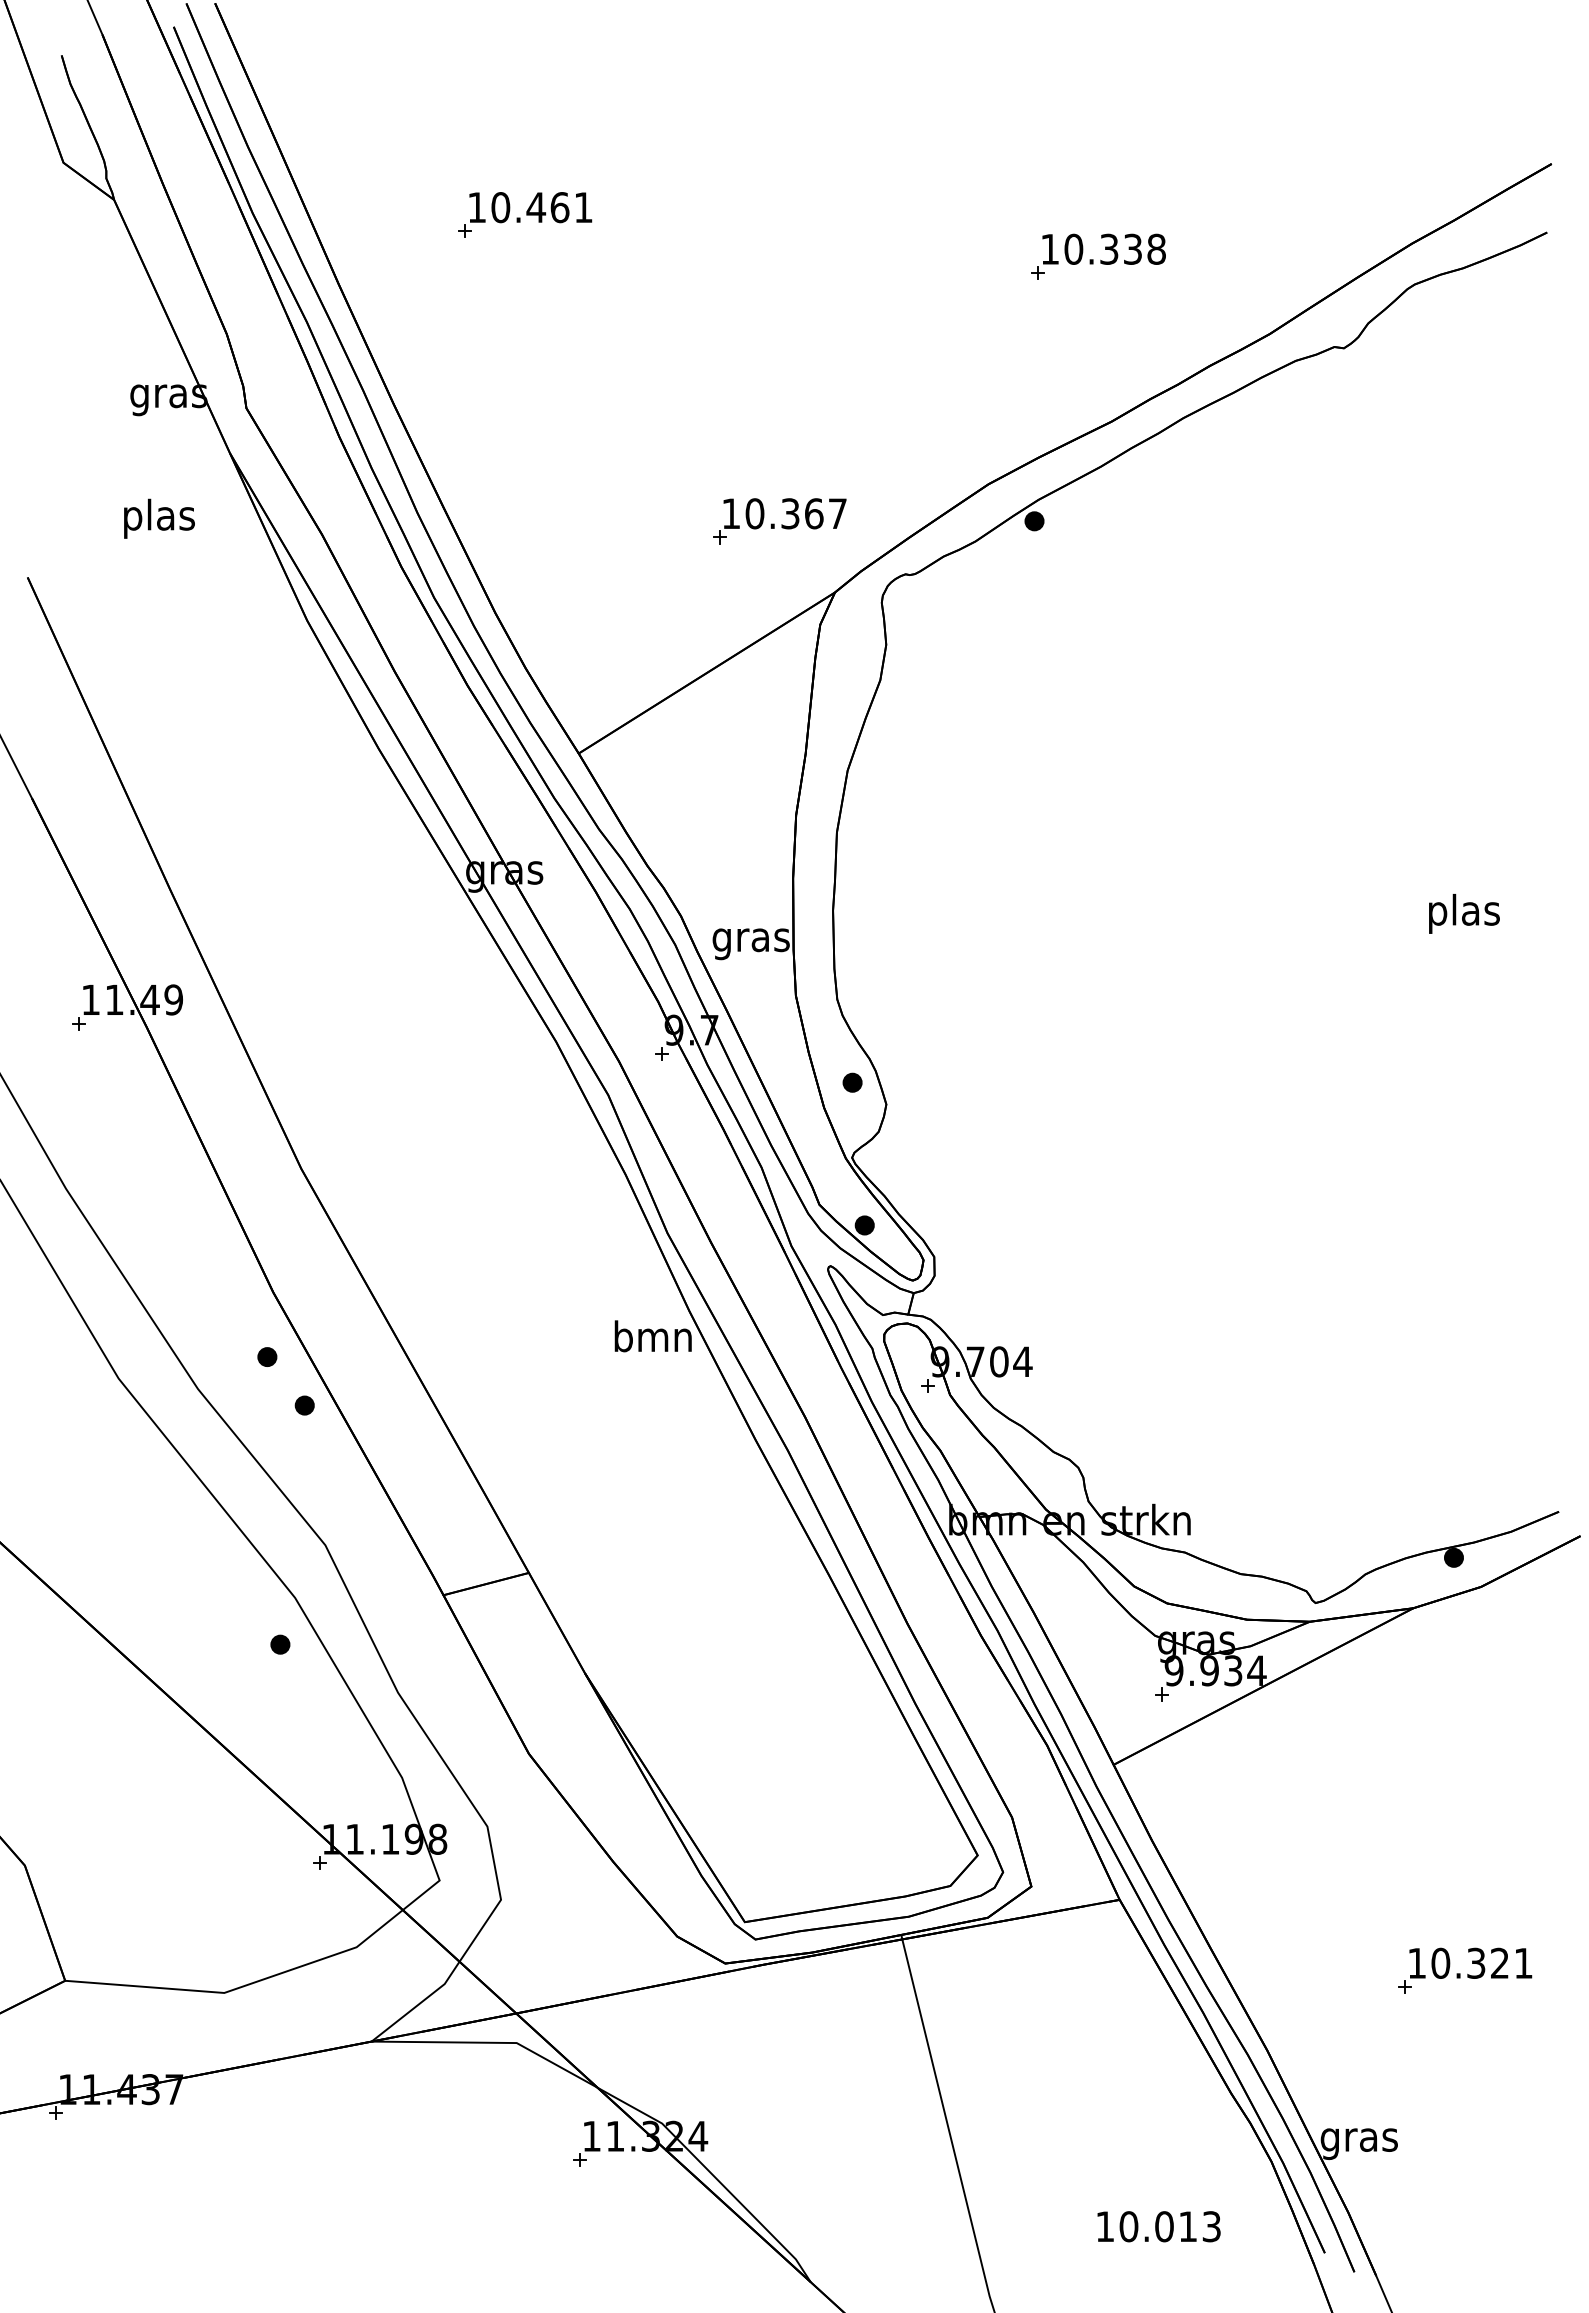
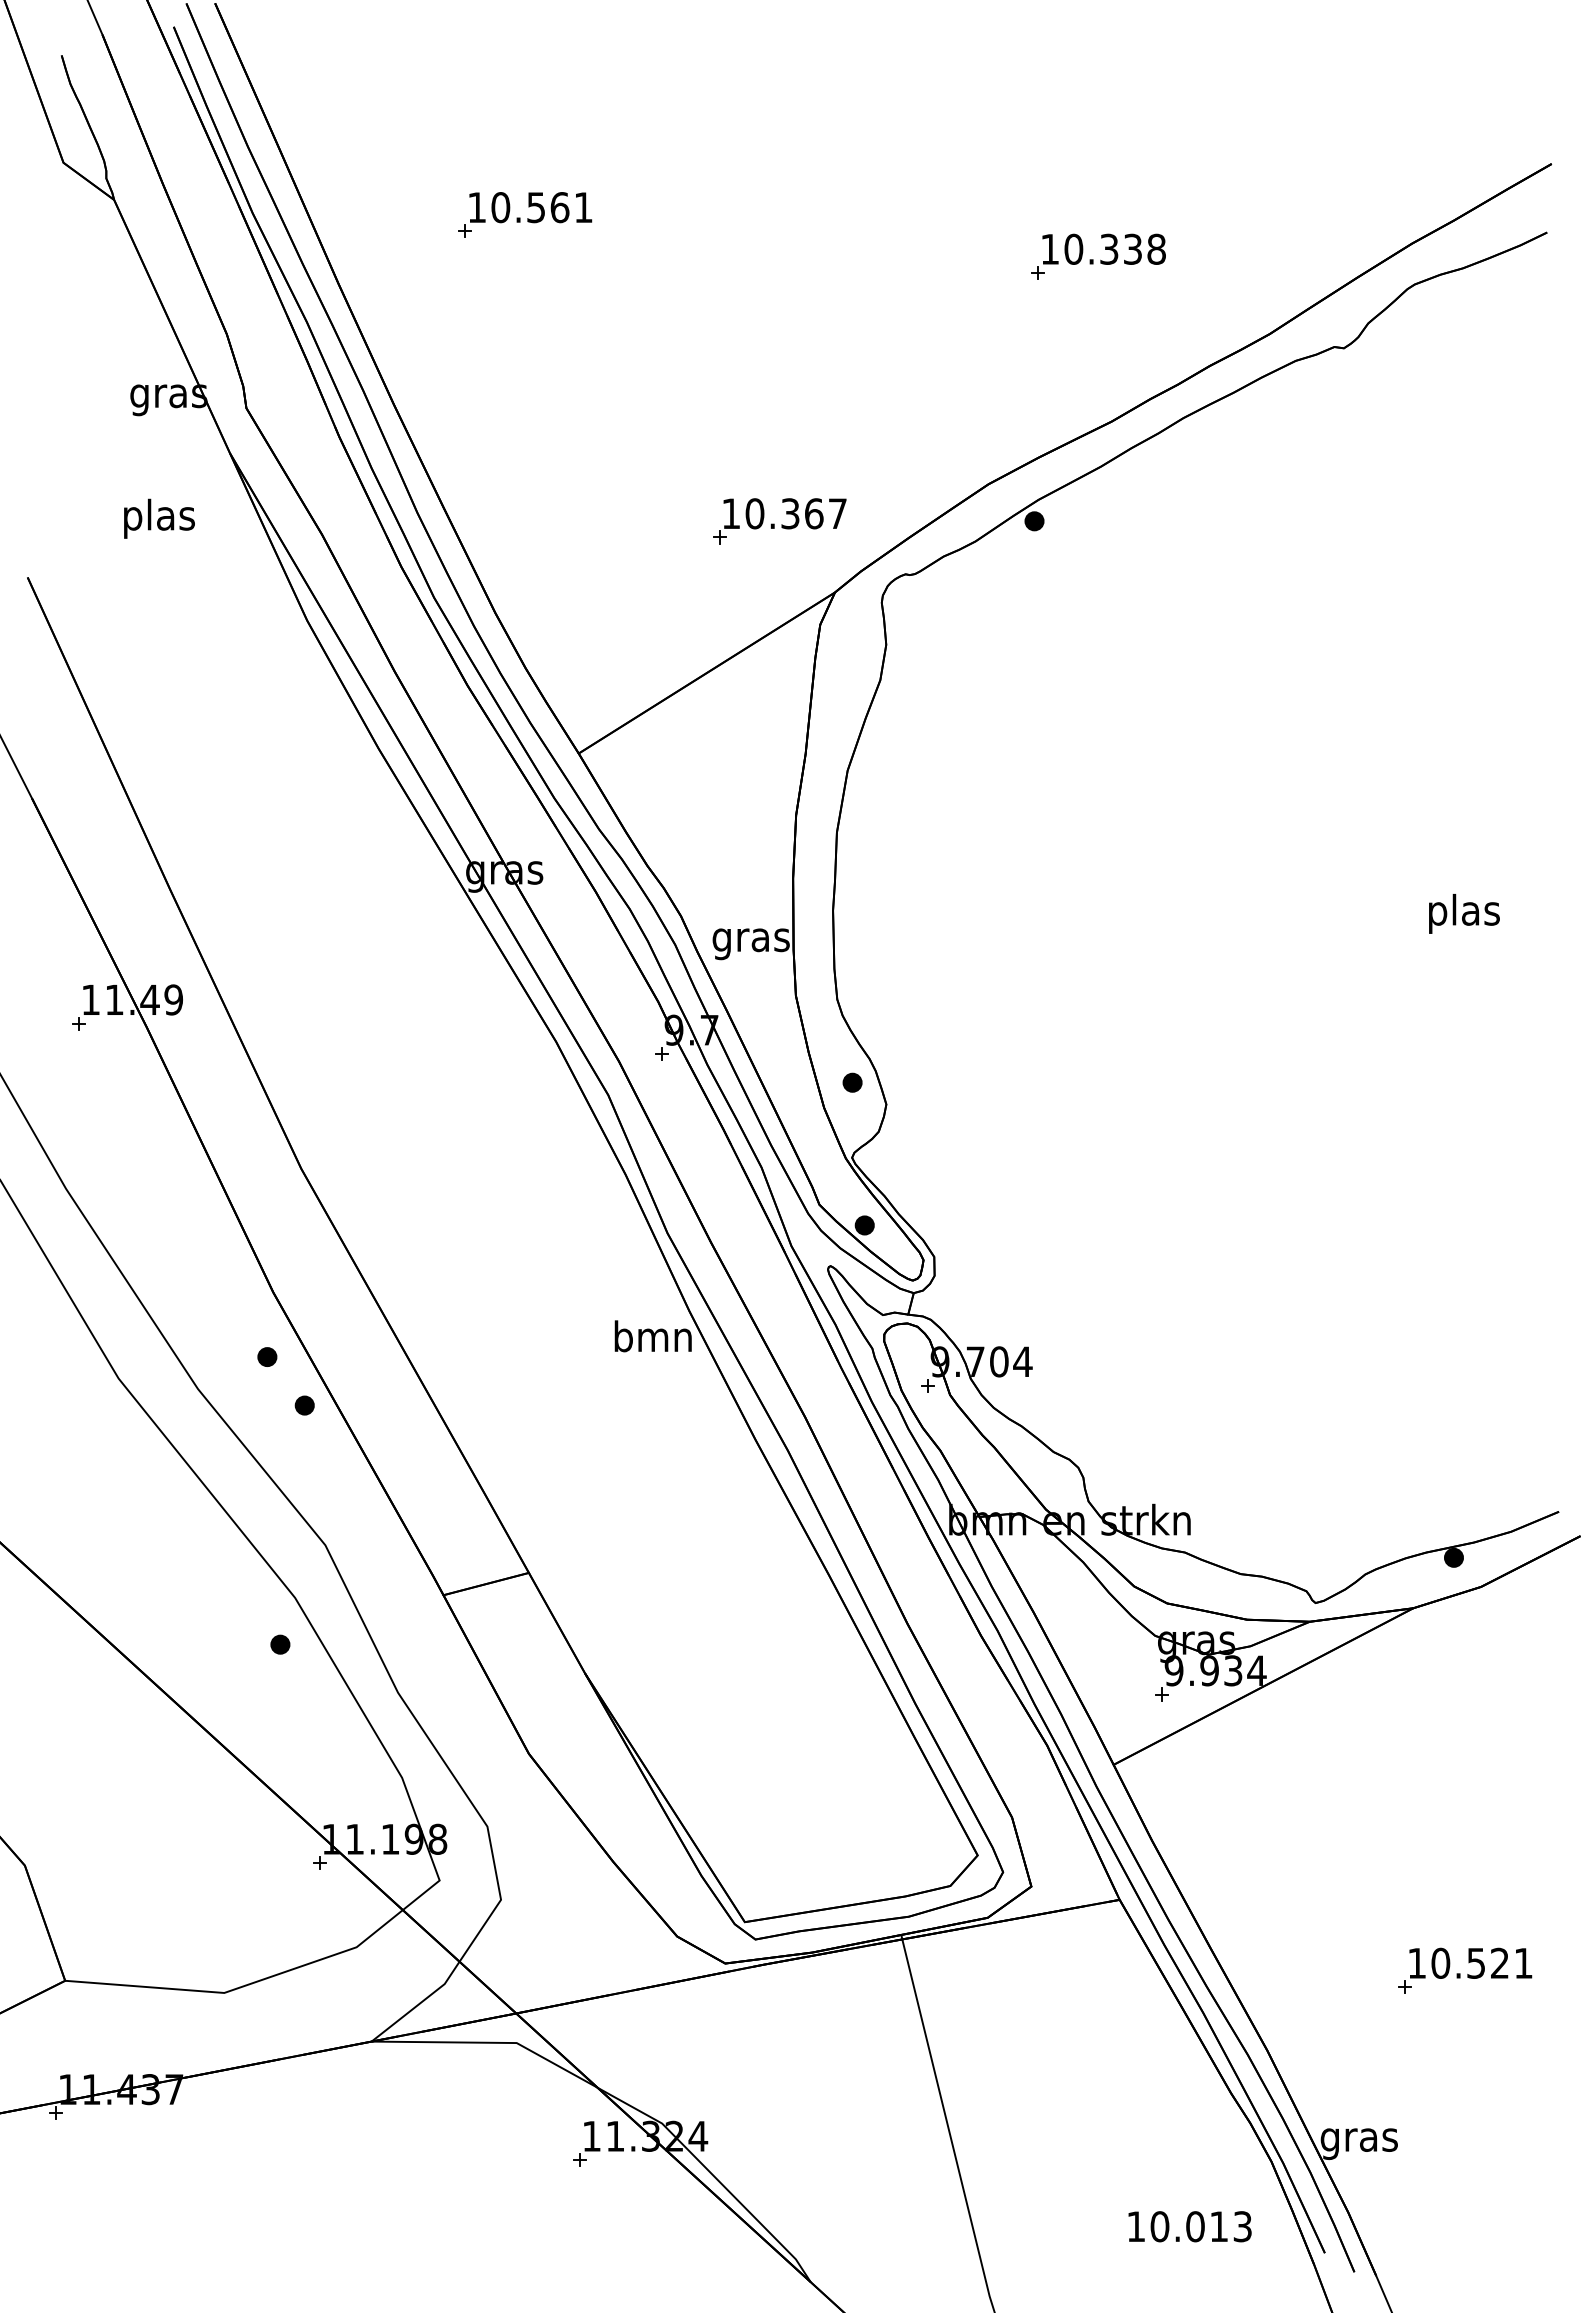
text at (536, 207): 10.461 -> 10.561
text at (1476, 1962): 10.321 -> 10.521
text at (1158, 2226) position: (1158, 2226) -> (1189, 2226)
